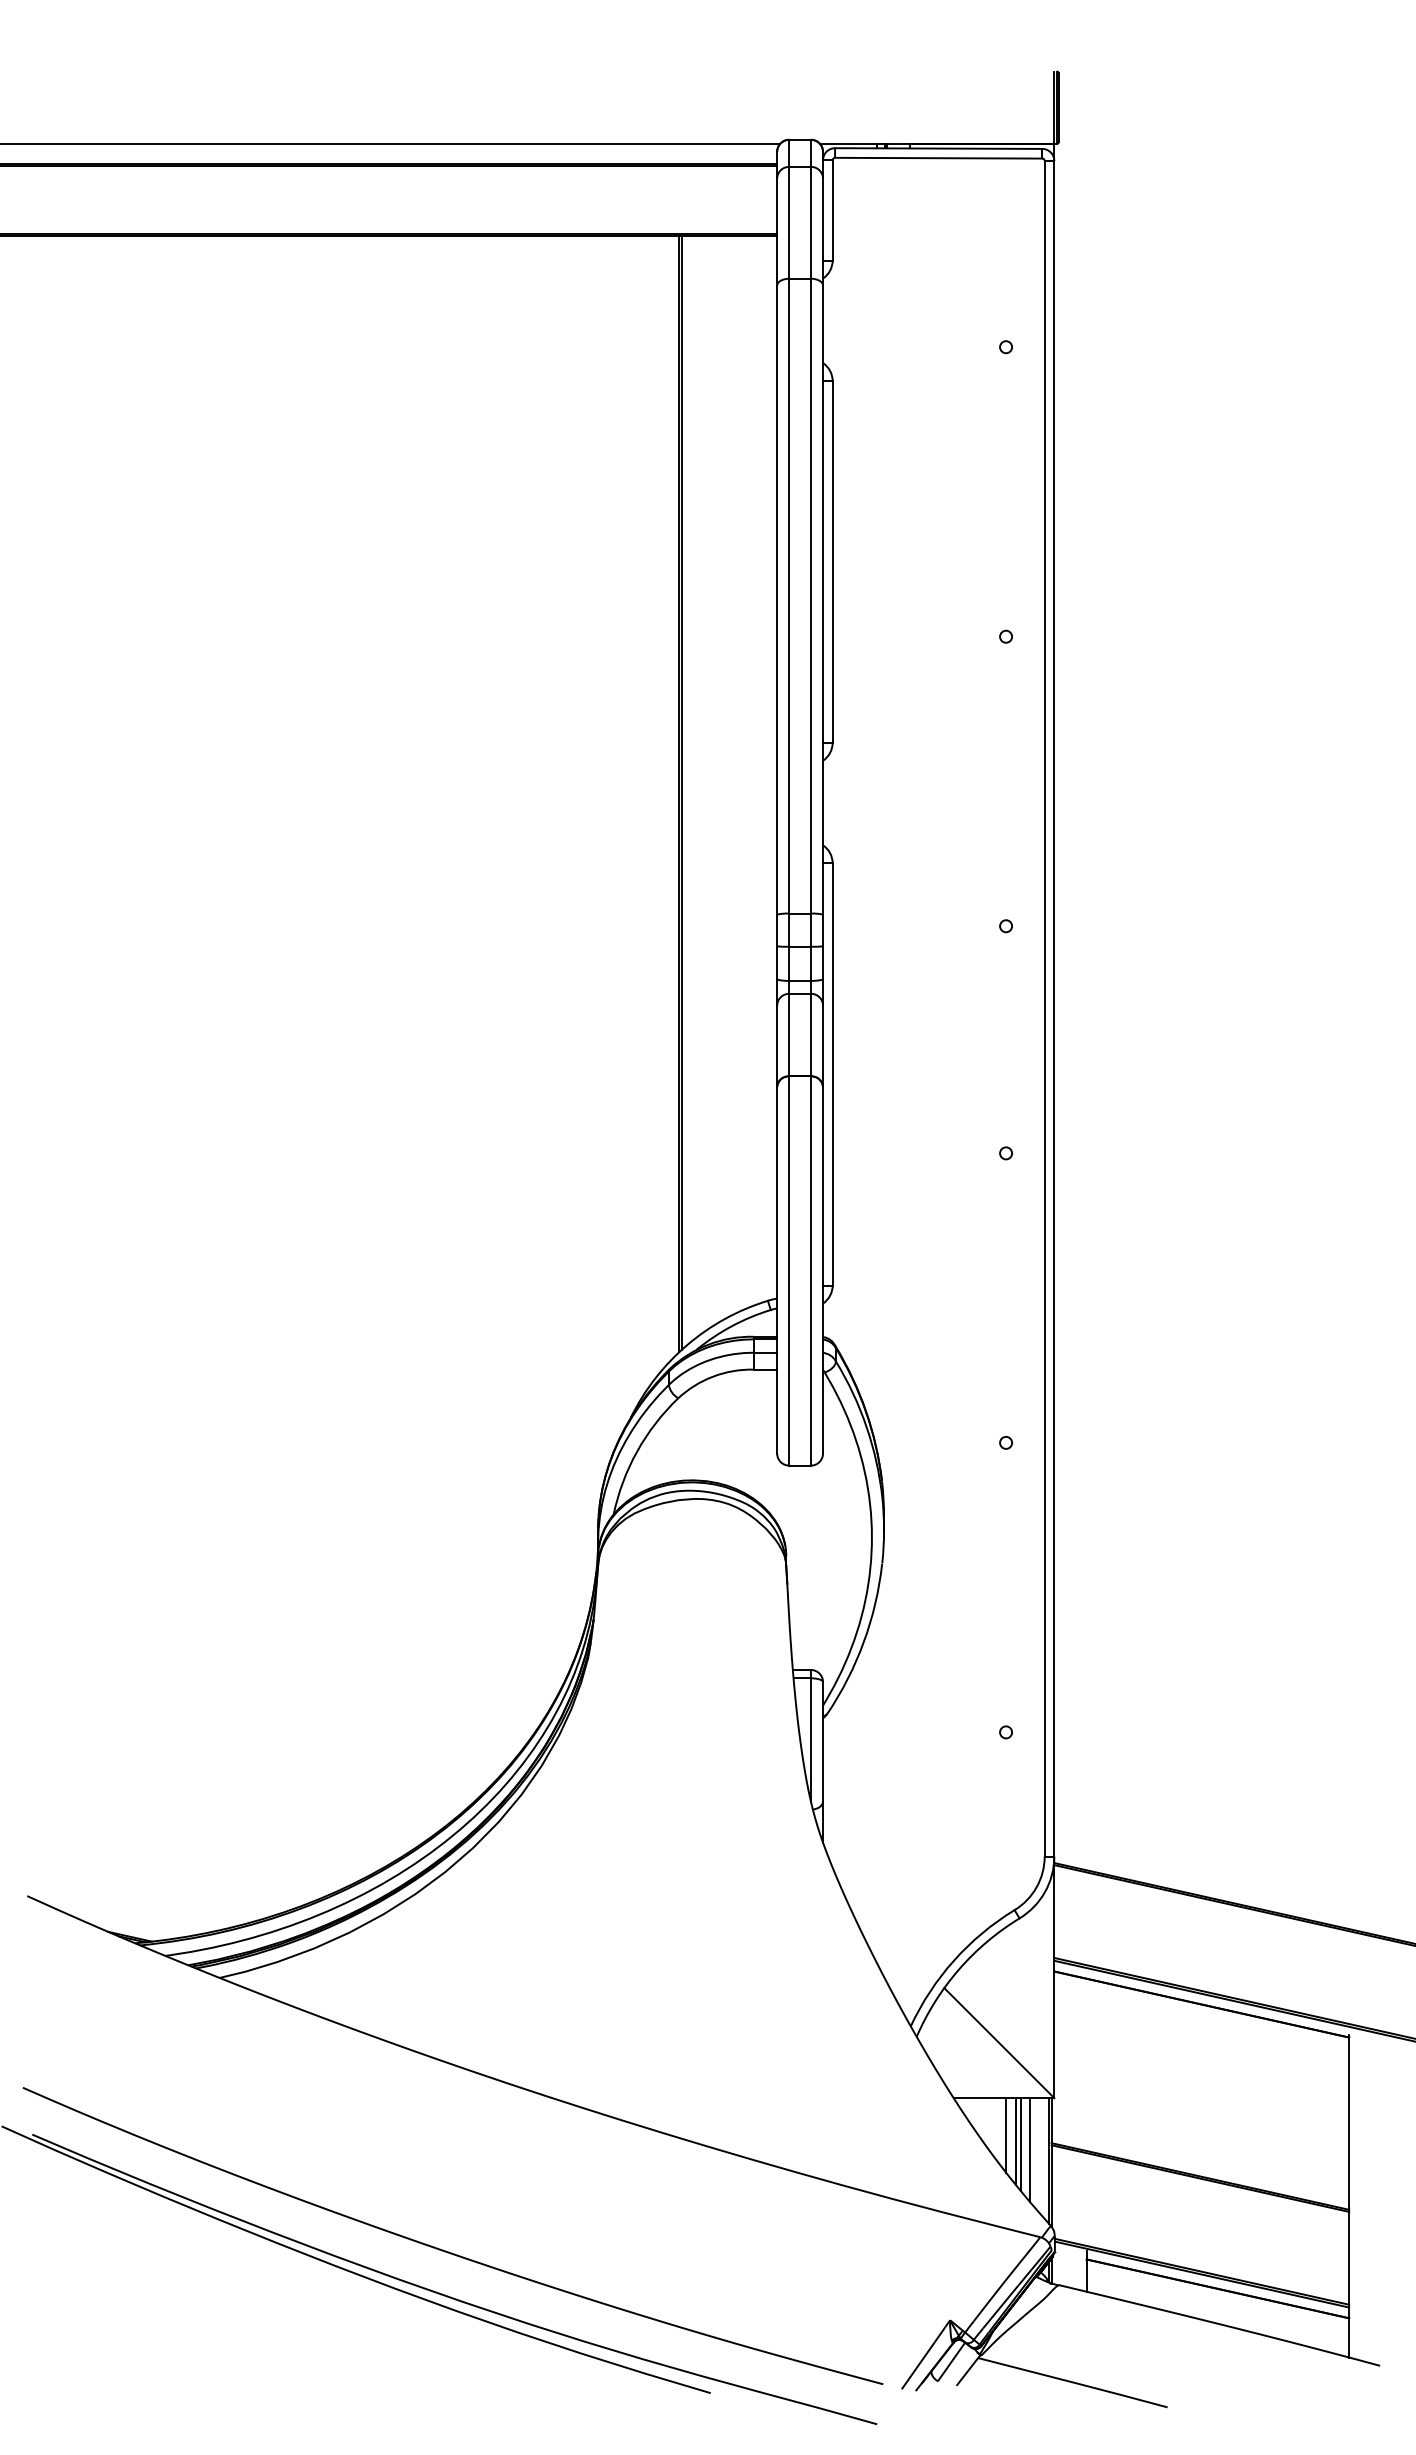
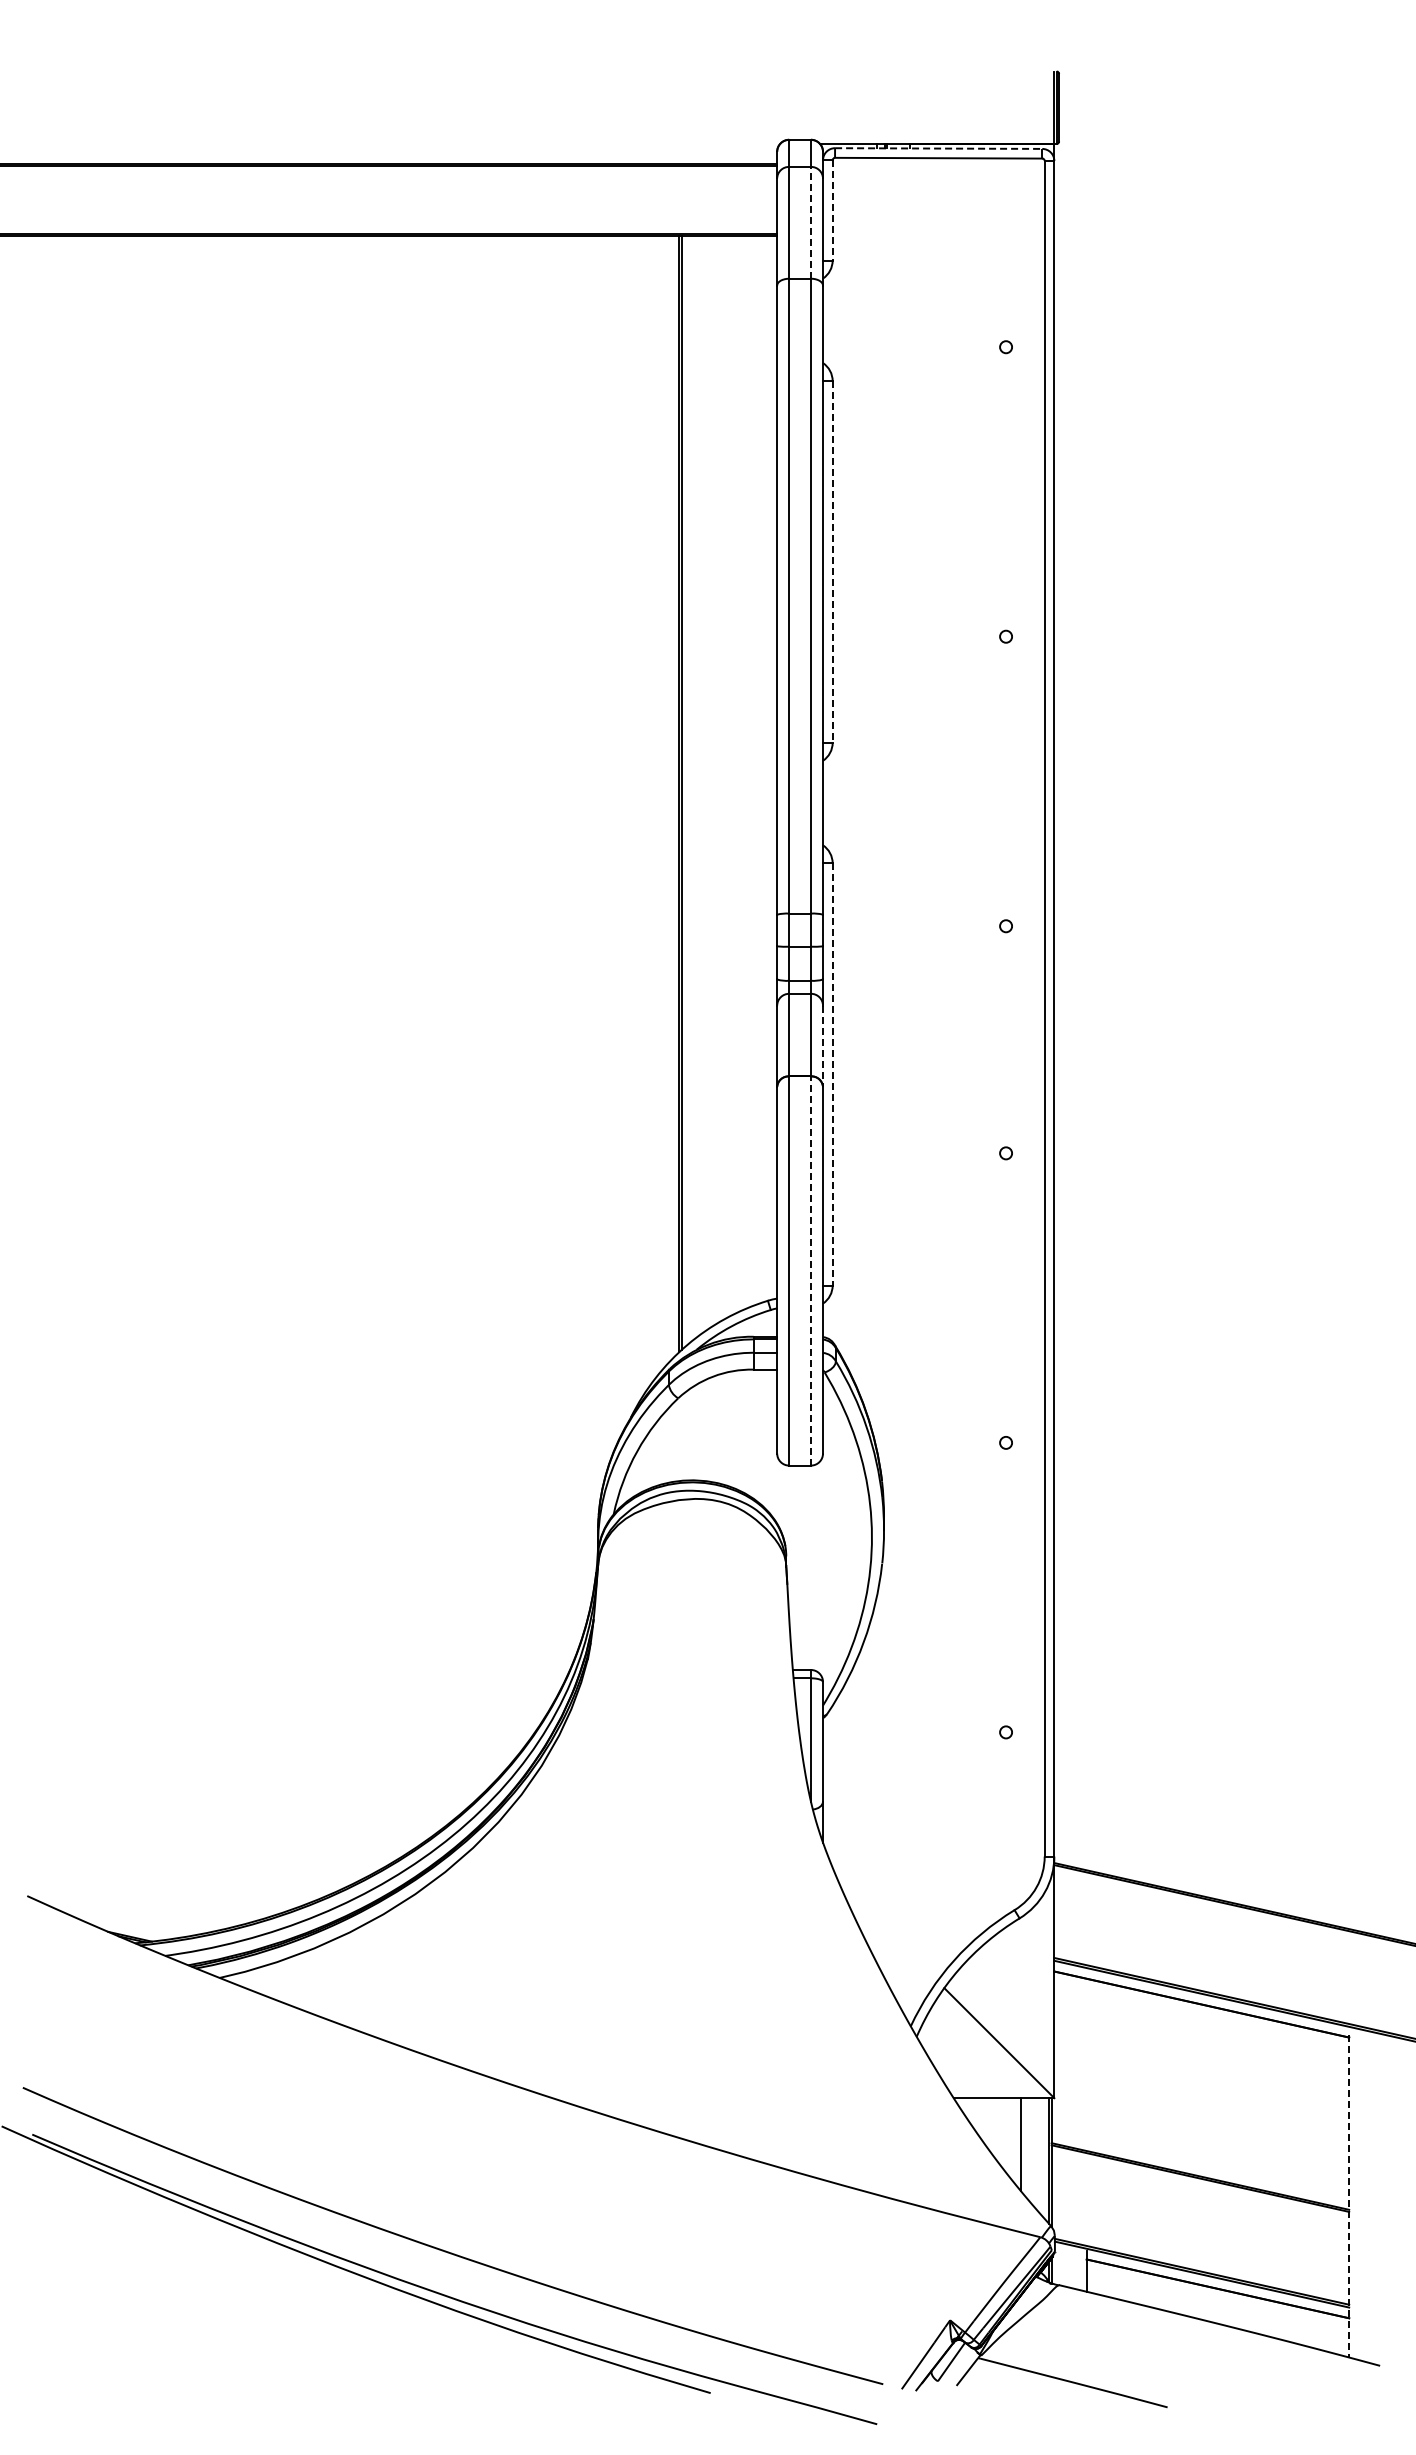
line at (391, 143): present -> none
line at (938, 148): solid -> dashed
line at (832, 210): solid -> dashed
line at (810, 222): solid -> dashed
line at (832, 561): solid -> dashed
line at (823, 1046): solid -> dashed
line at (832, 1074): solid -> dashed
line at (810, 1271): solid -> dashed
line at (1006, 2135): present -> none
line at (1015, 2141): present -> none
line at (1030, 2150): present -> none
line at (1349, 2196): solid -> dashed
